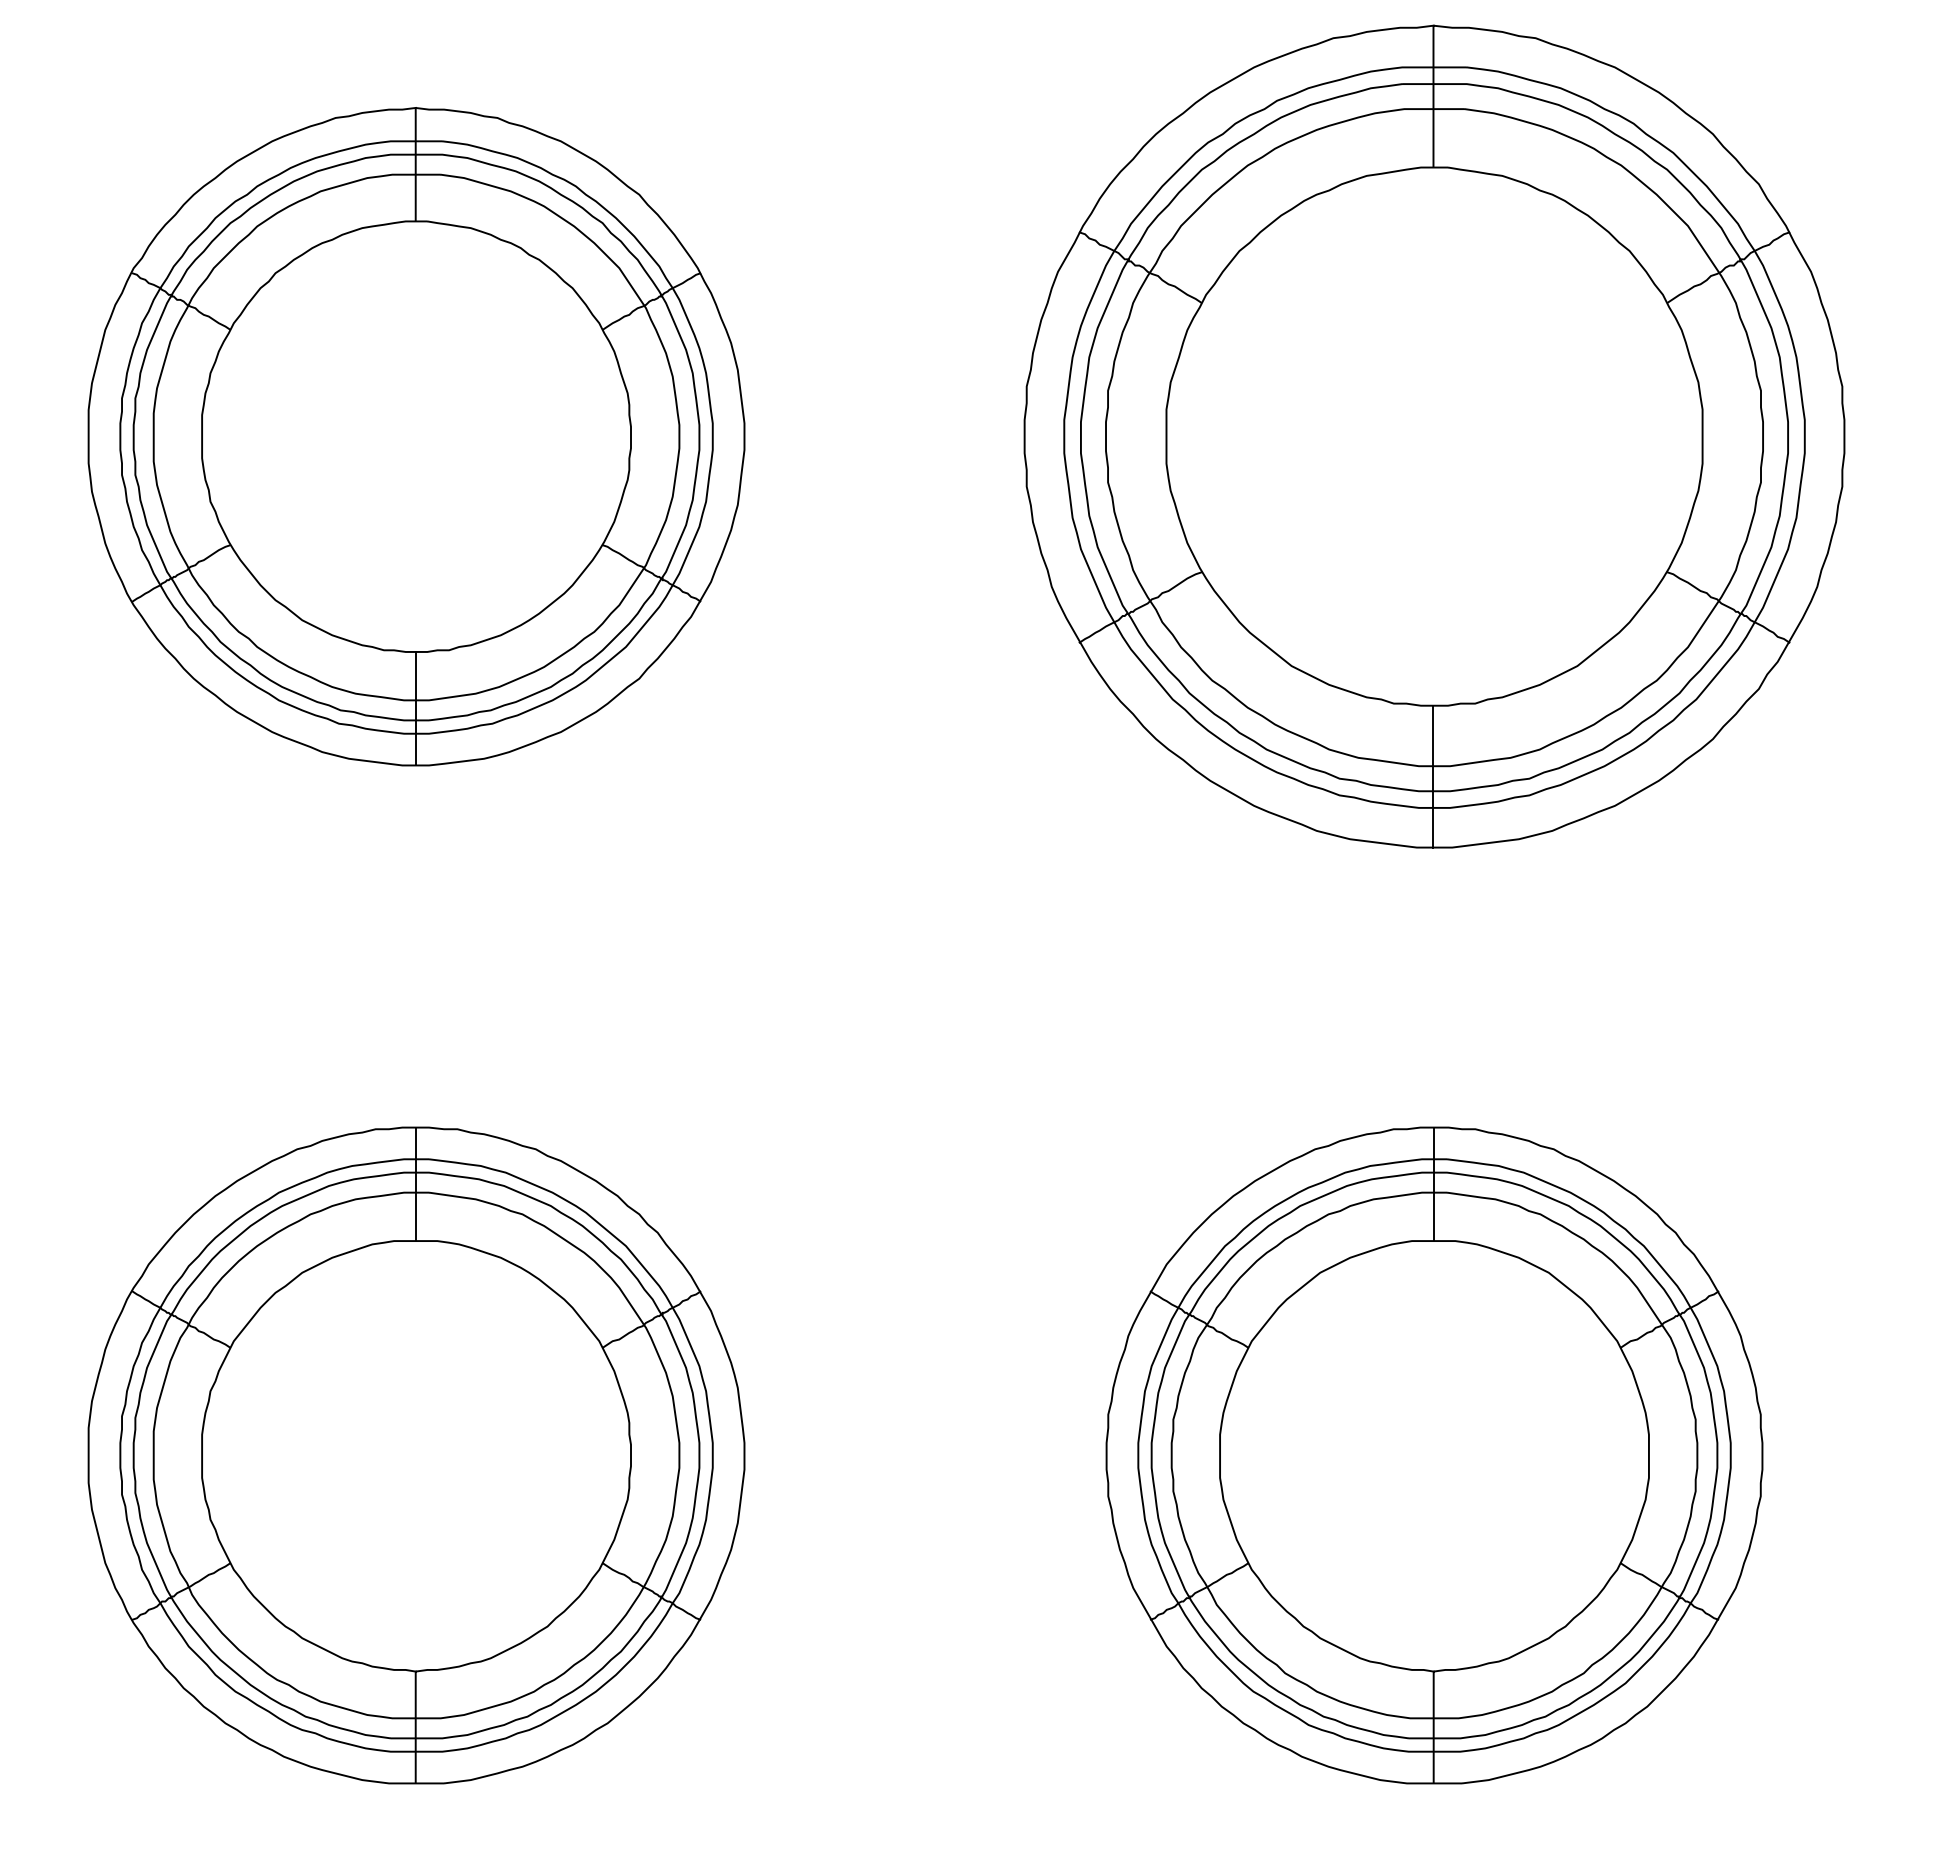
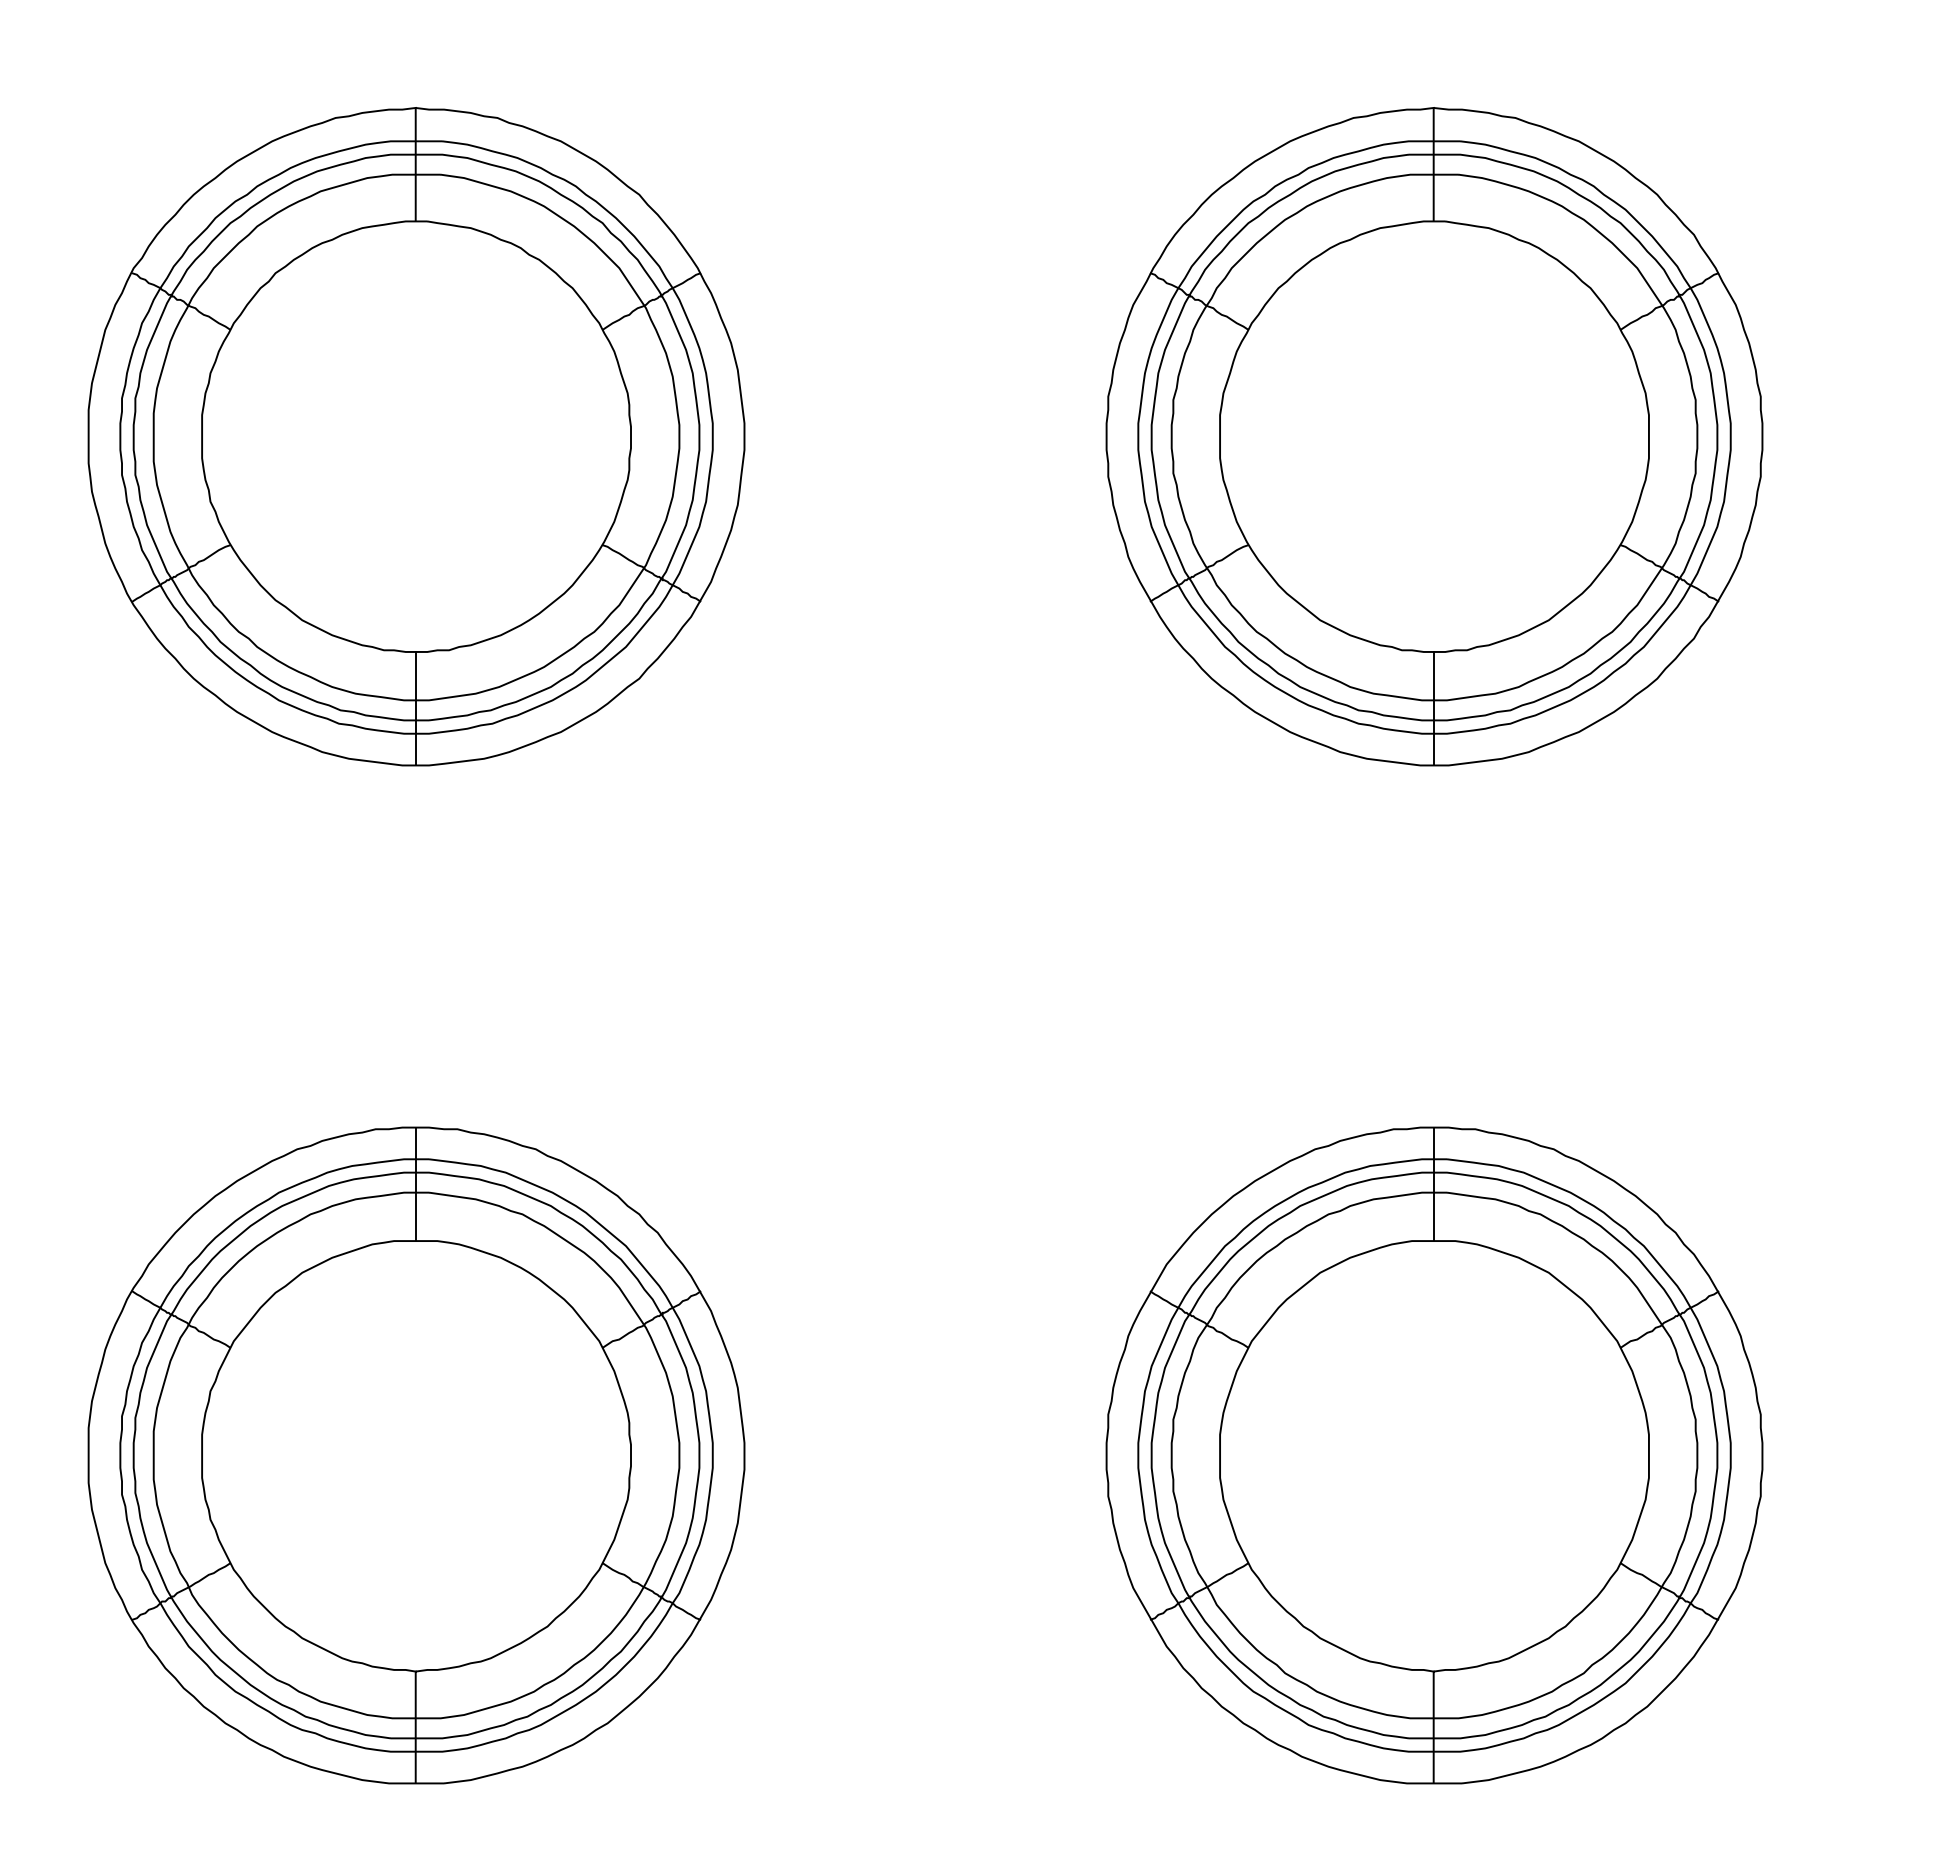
part at (1434, 436) size: 823x825 px -> 659x660 px
